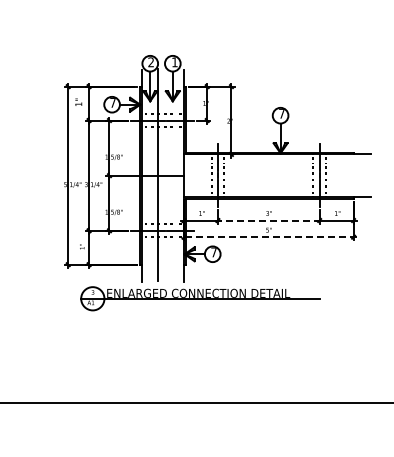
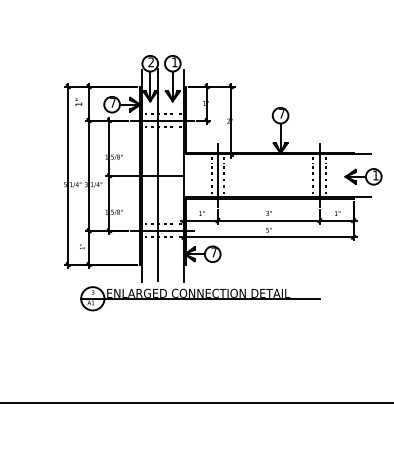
part at (363, 176): none -> present
line at (268, 220): dashed -> solid
line at (268, 237): dashed -> solid
